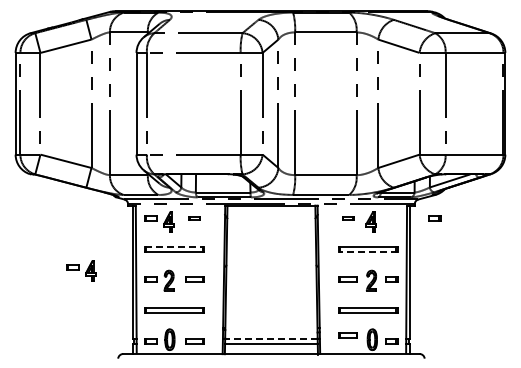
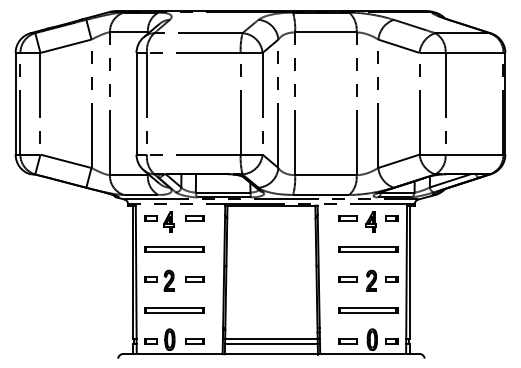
part at (194, 218) size: 13x5 px -> 20x7 px
part at (348, 218) size: 13x5 px -> 20x7 px
part at (434, 218) position: (434, 218) -> (391, 218)
line at (174, 246): dashed -> solid
line at (367, 251): dashed -> solid
part at (81, 270): present -> none
part at (347, 335) position: (347, 335) -> (347, 341)
line at (270, 338): dashed -> solid
